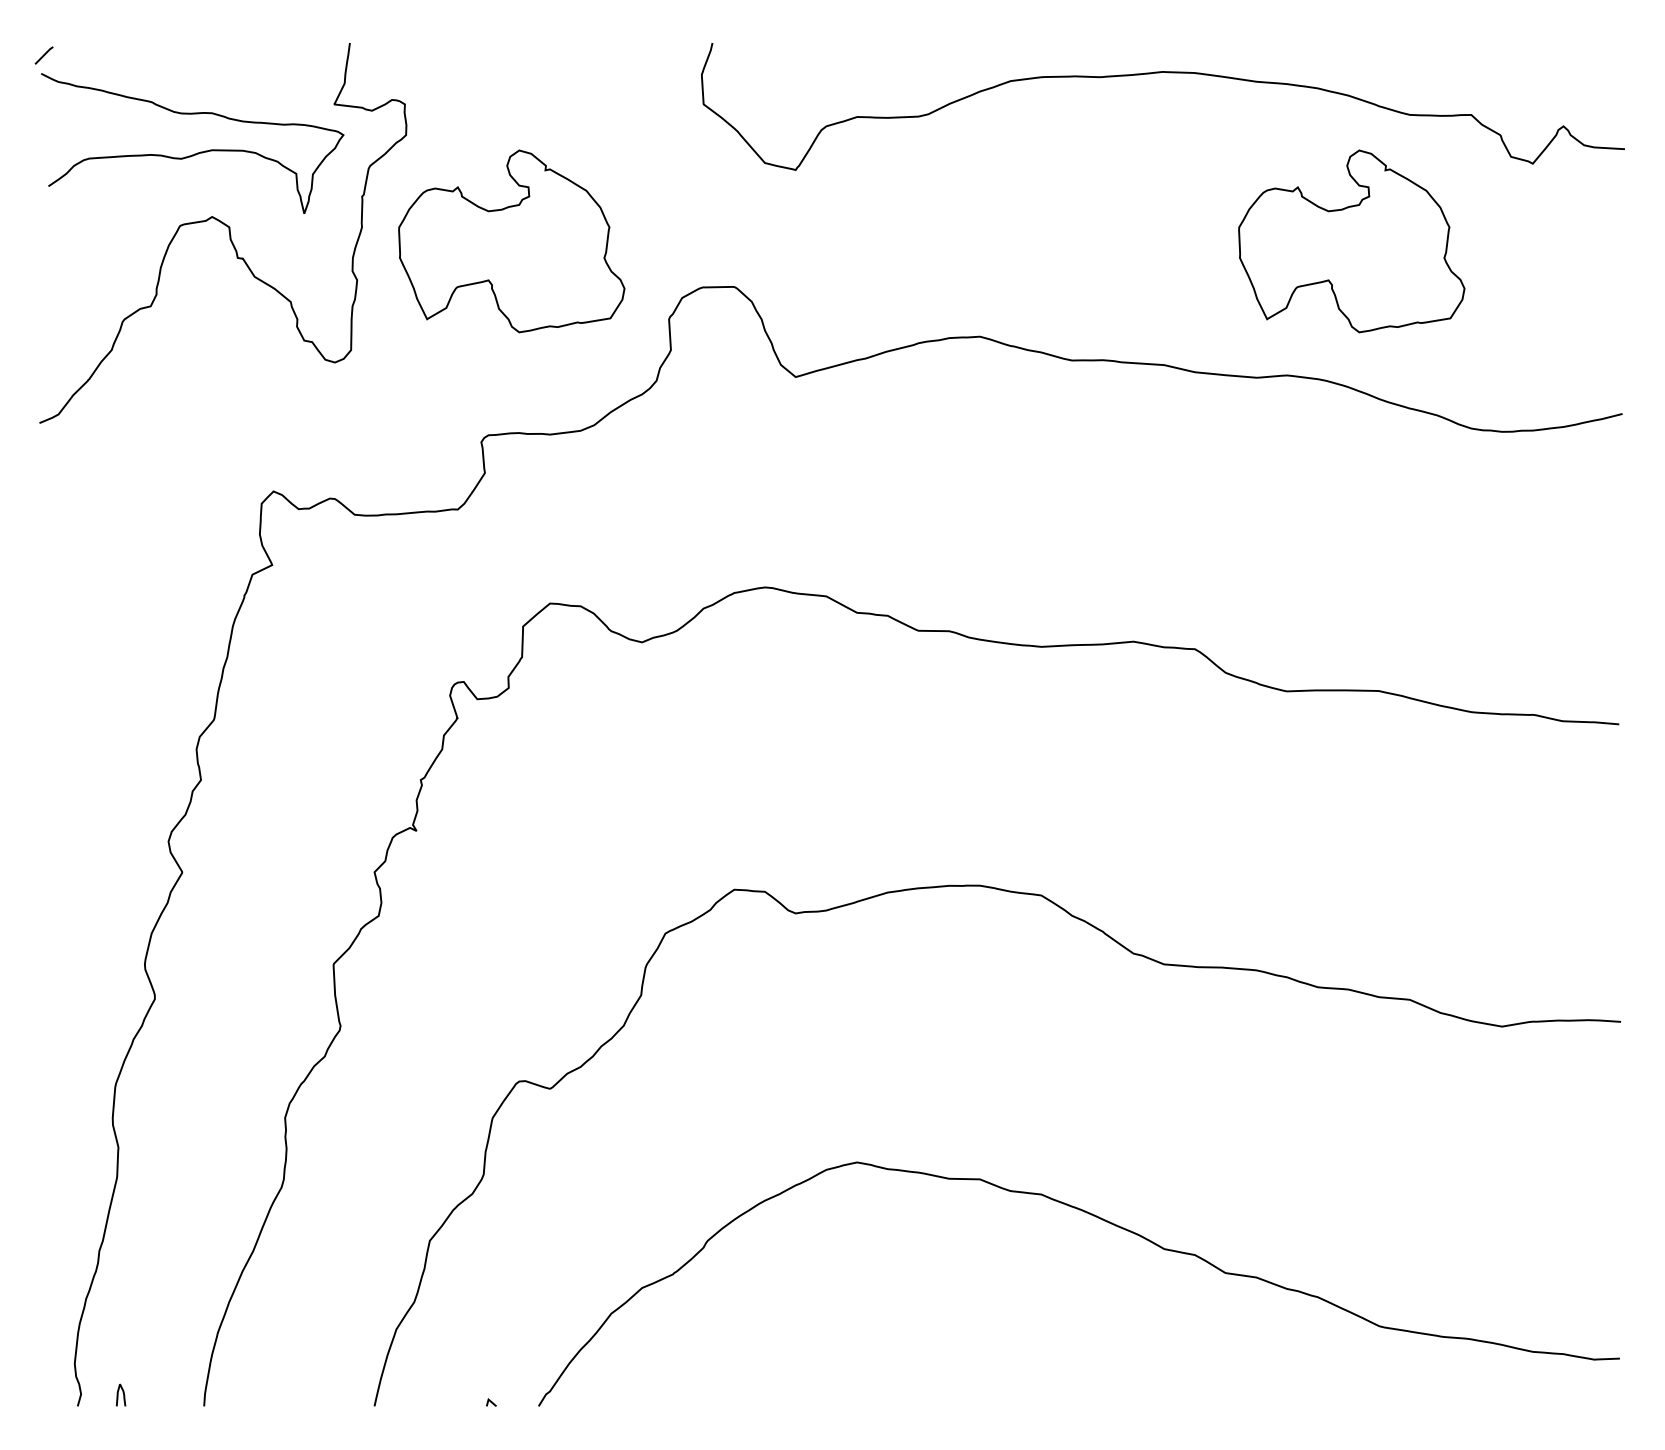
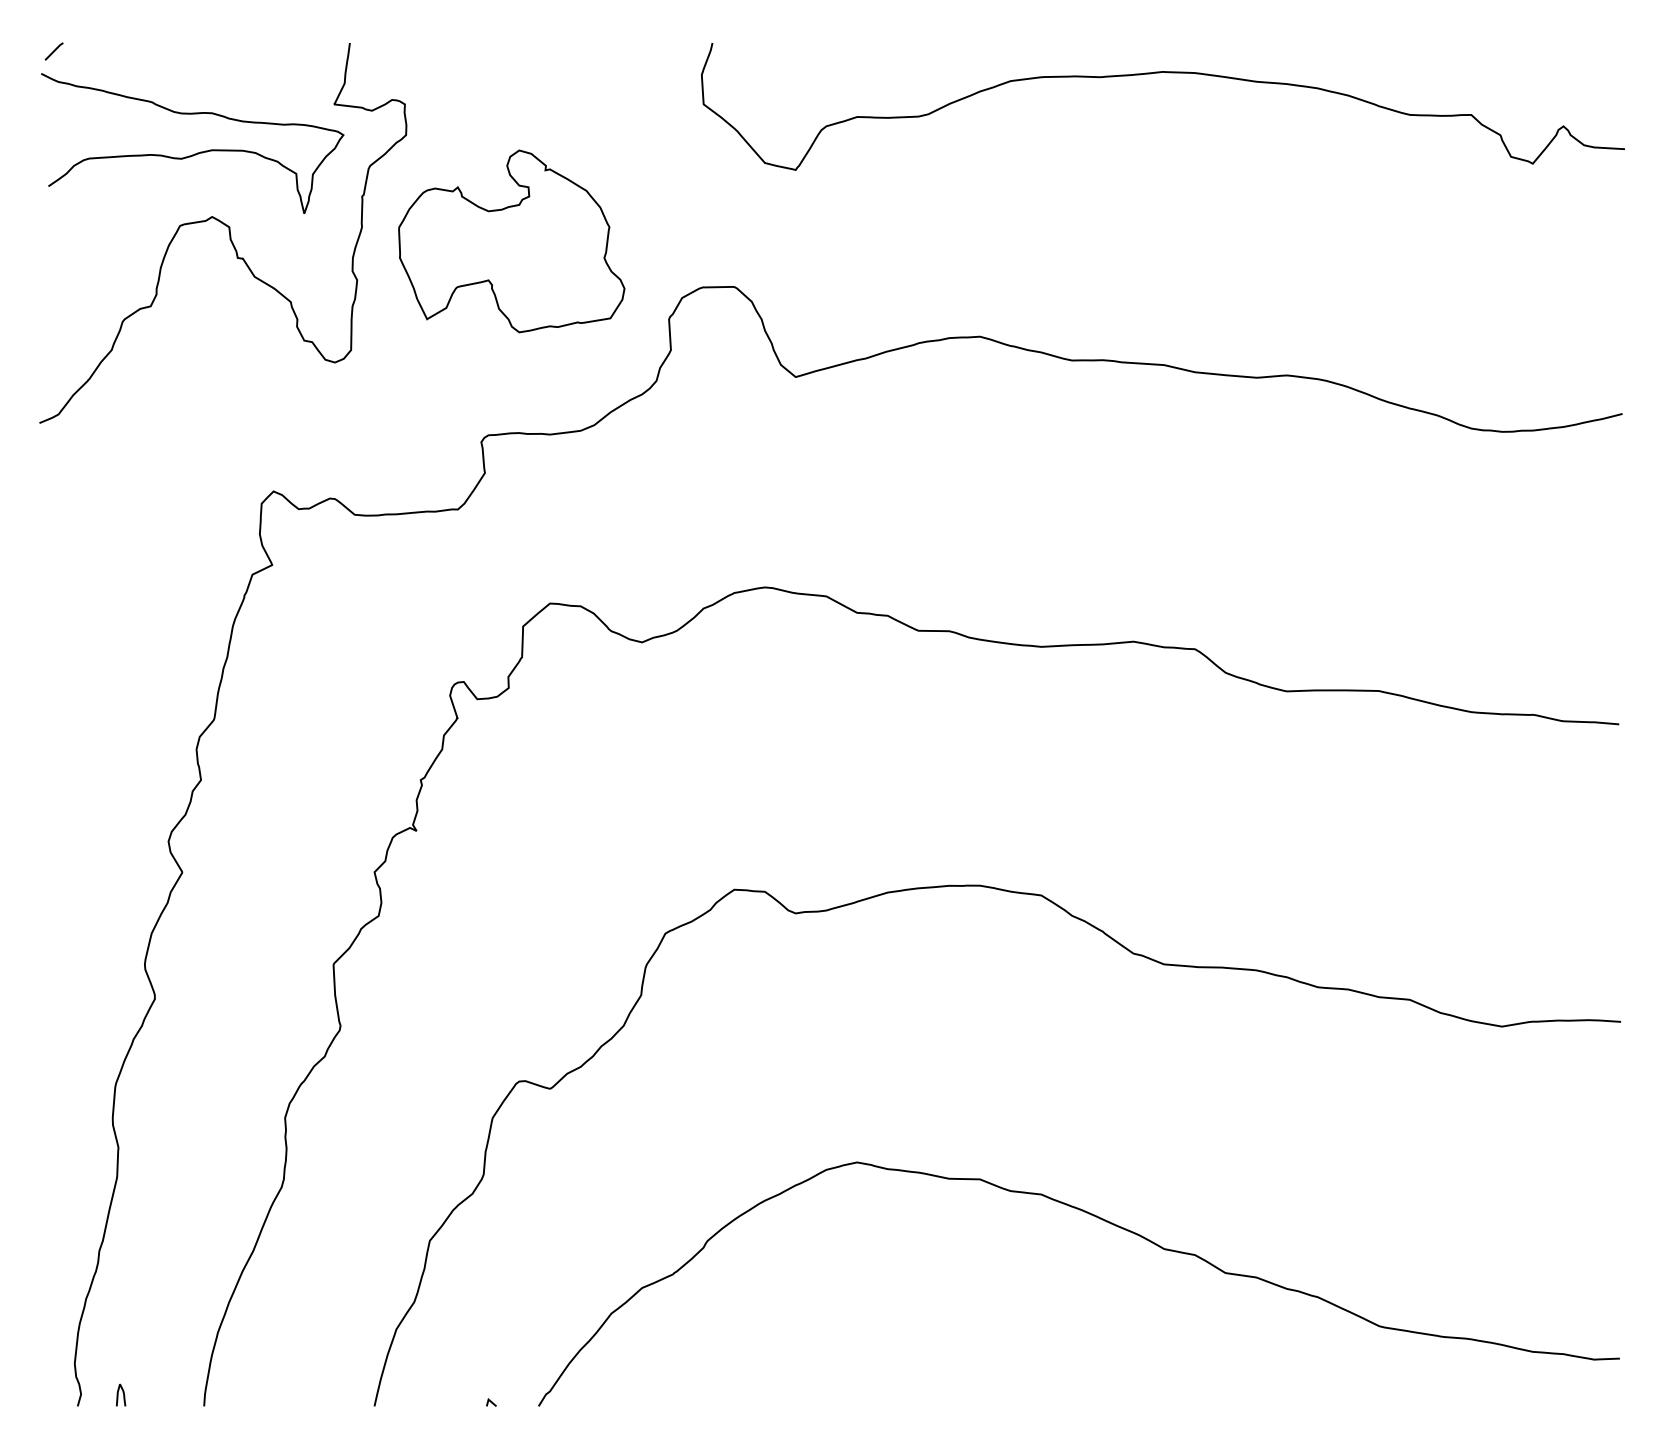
line at (43, 55) position: (43, 55) -> (53, 51)
part at (1351, 241): present -> none
